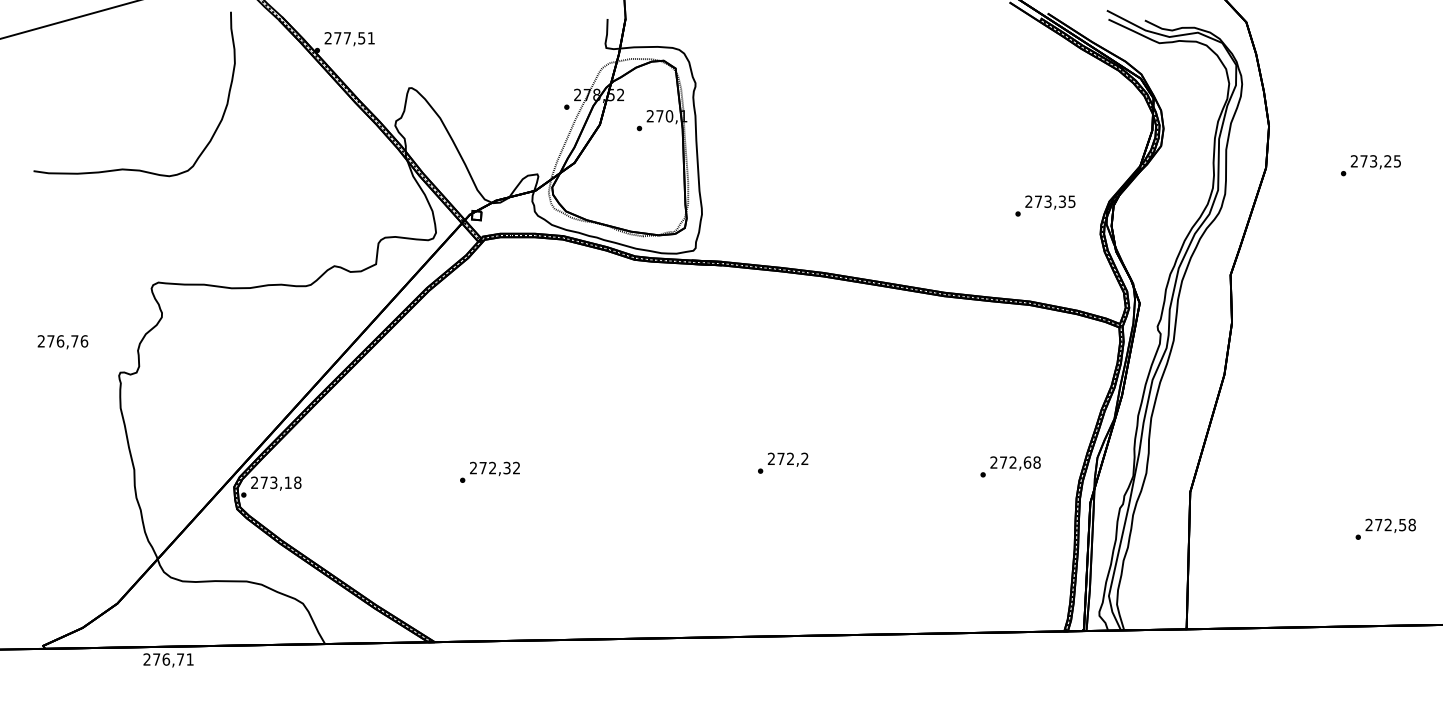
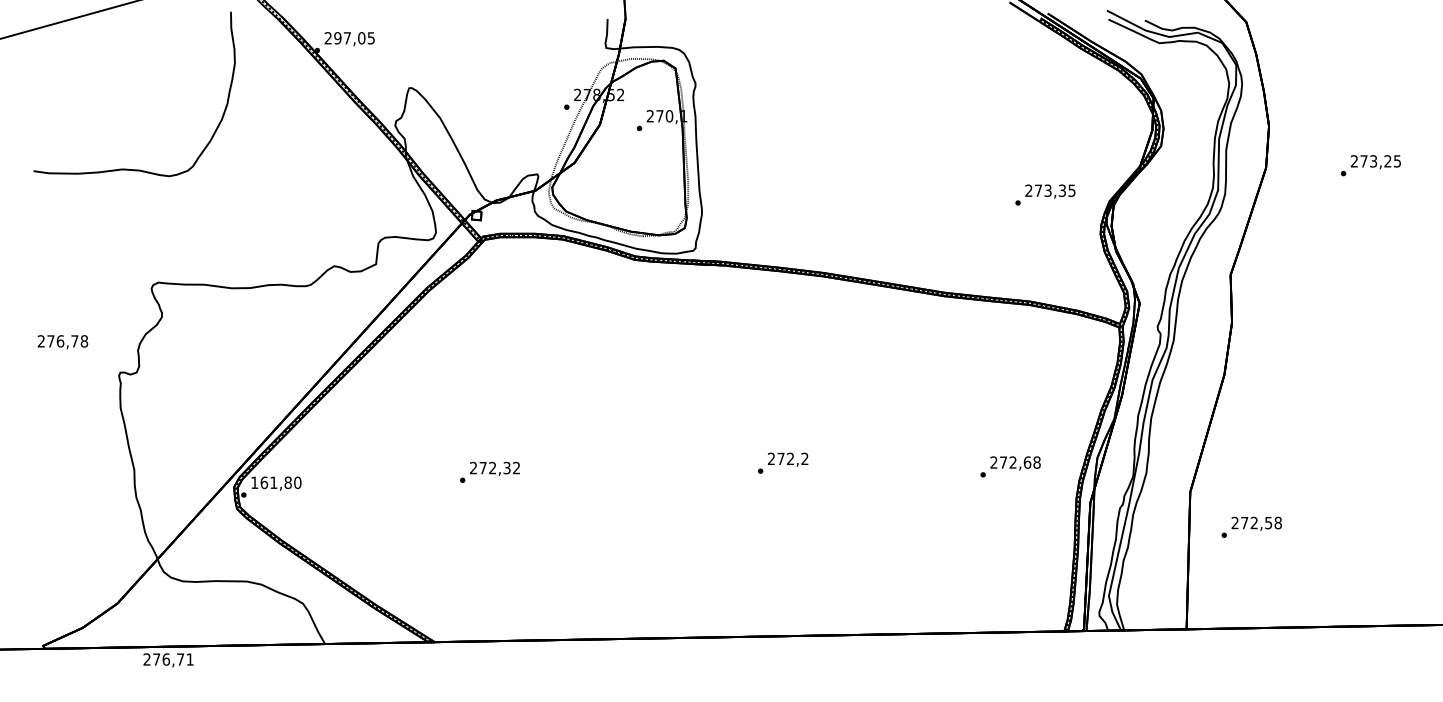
text at (354, 38): 277,51 -> 297,05
text at (1045, 205) position: (1045, 205) -> (1045, 194)
text at (84, 341): 276,76 -> 276,78
text at (276, 482): 273,18 -> 161,80
text at (1385, 528) position: (1385, 528) -> (1251, 526)
